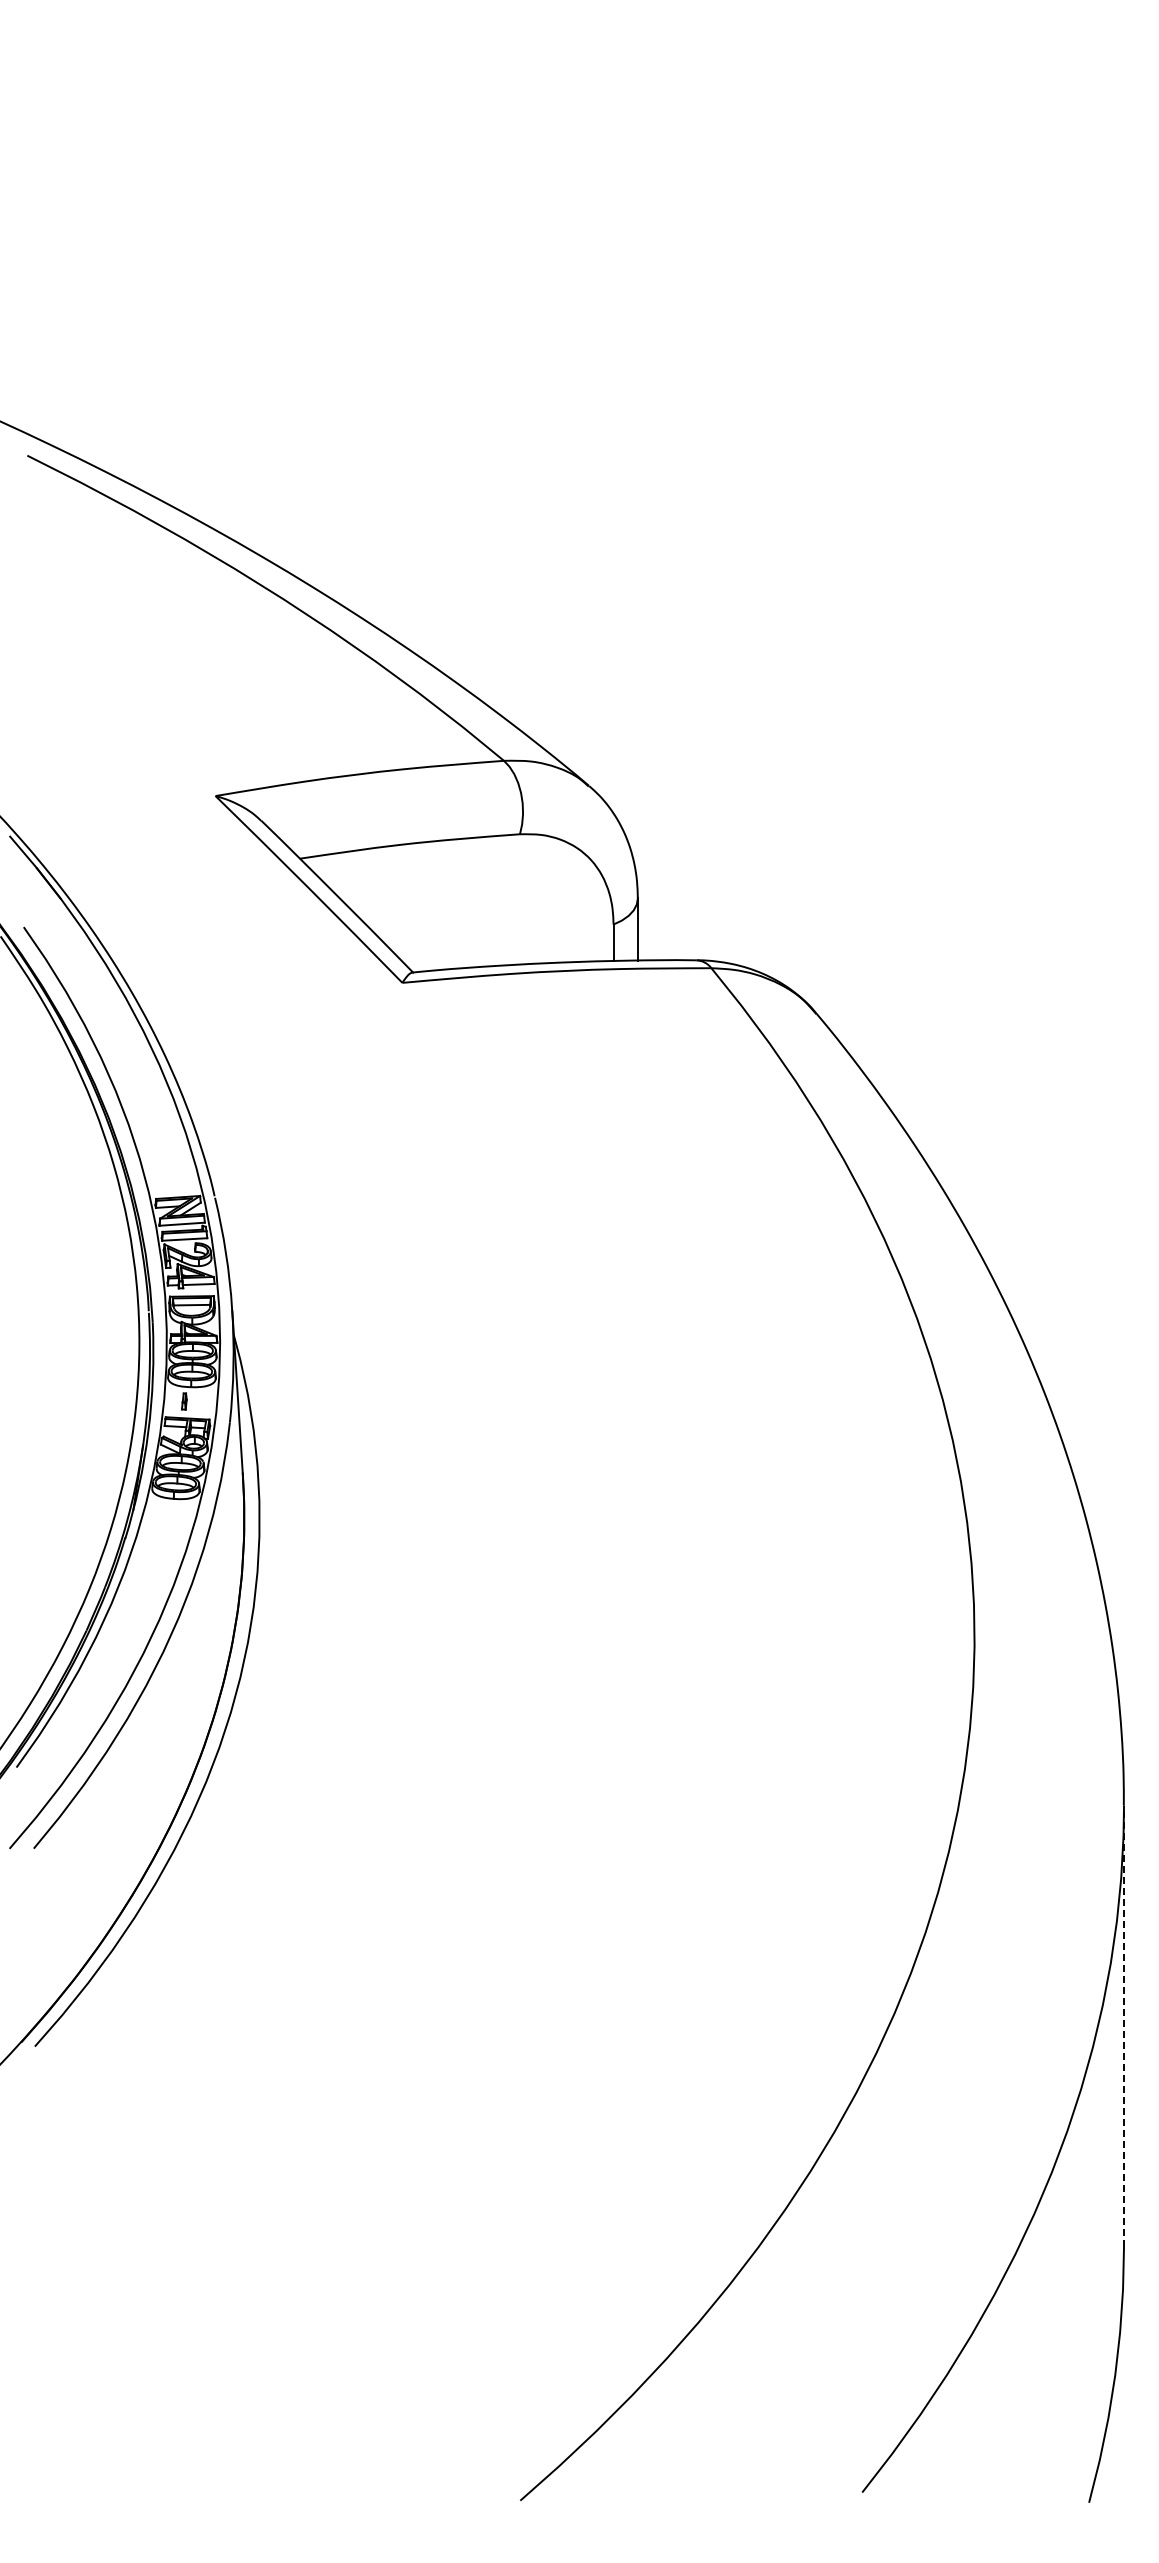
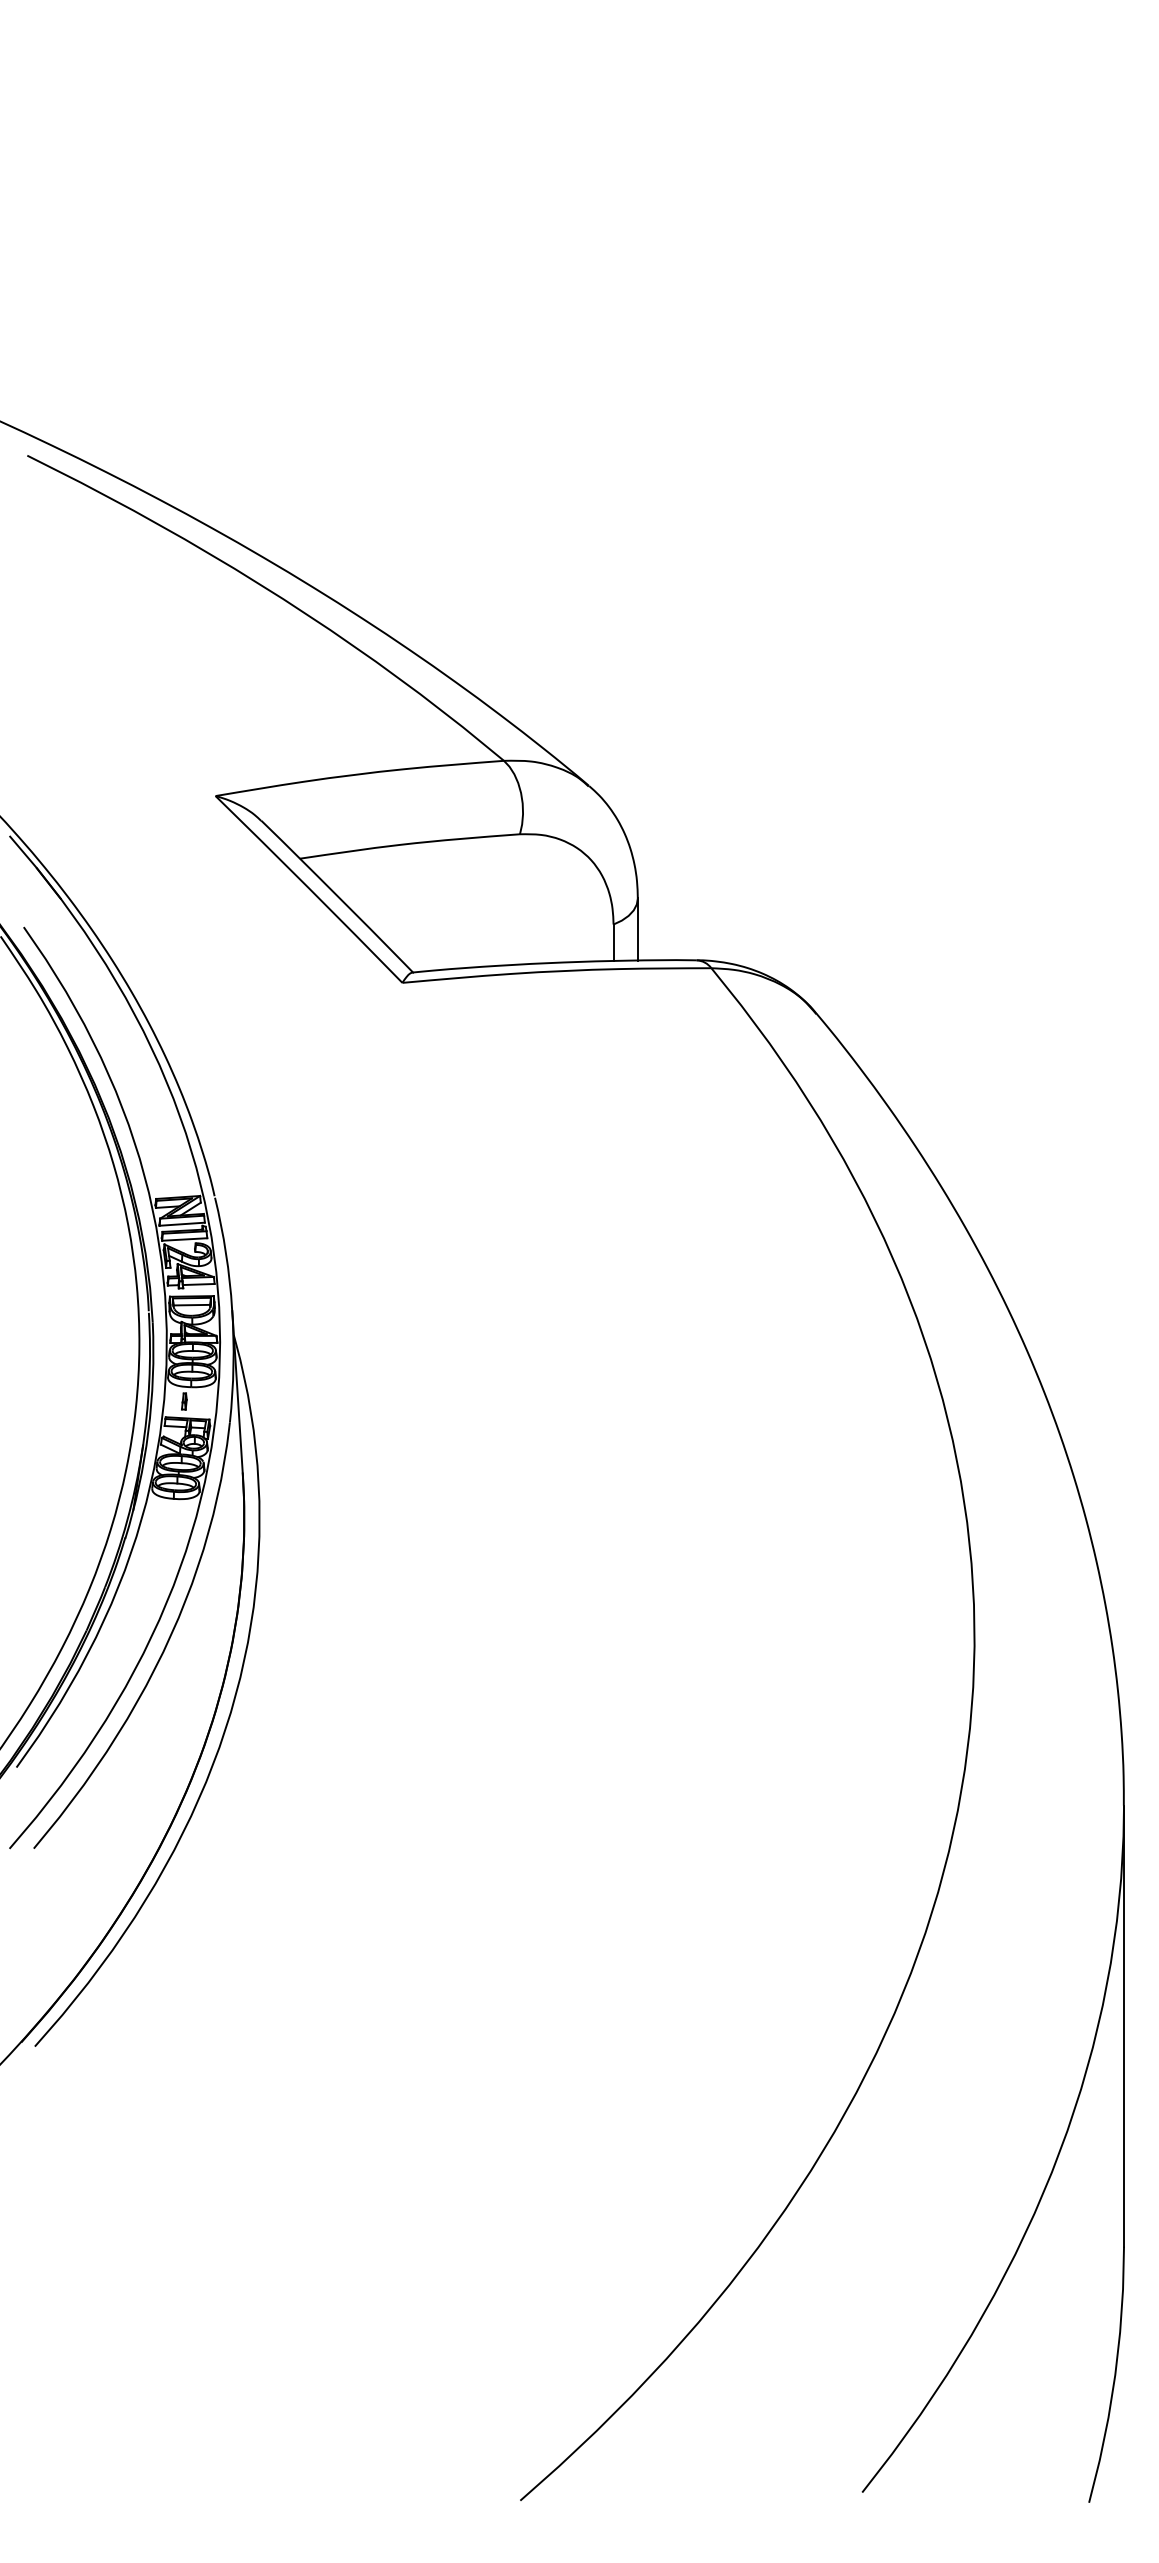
line at (1124, 2026): dashed -> solid
